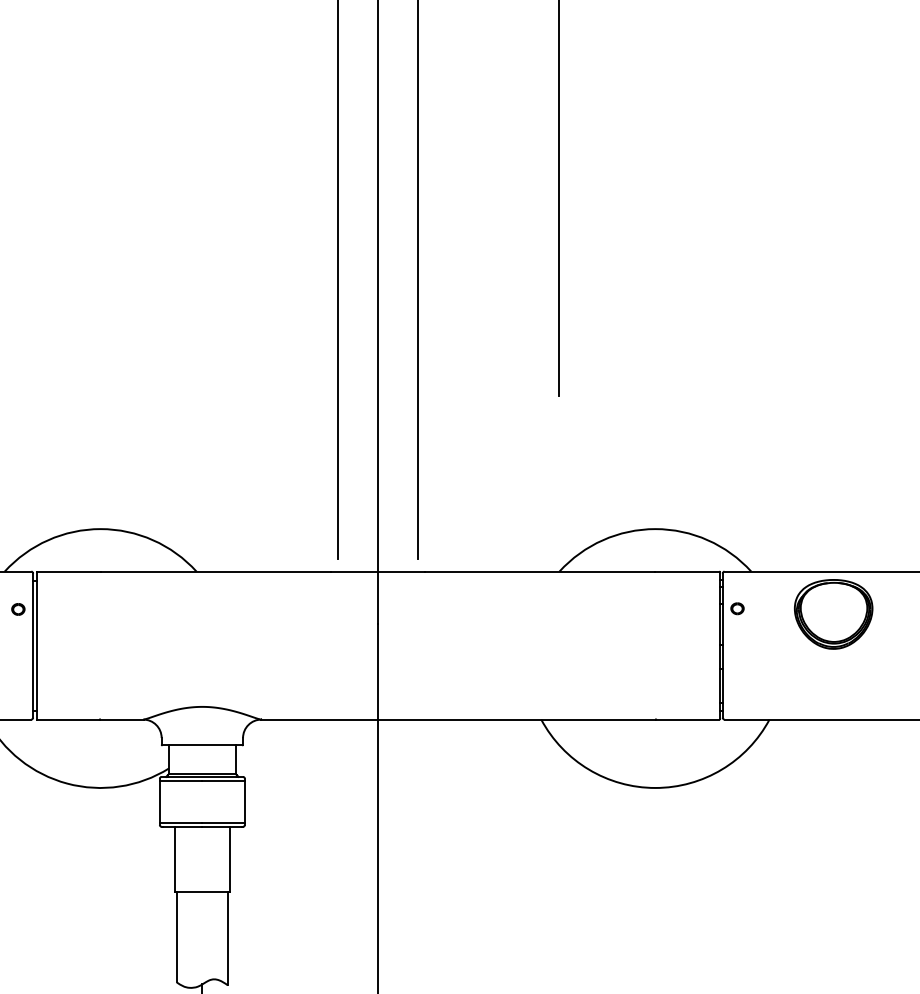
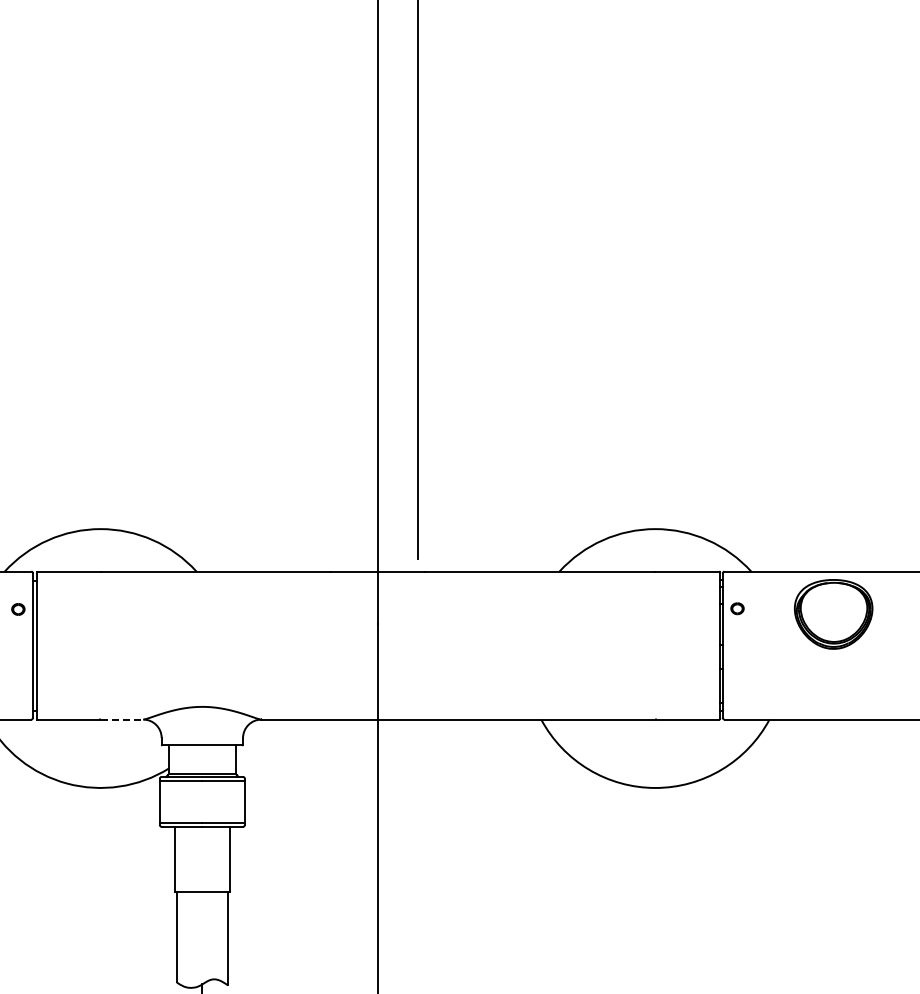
line at (559, 198): present -> none
line at (337, 280): present -> none
line at (122, 719): solid -> dashed
